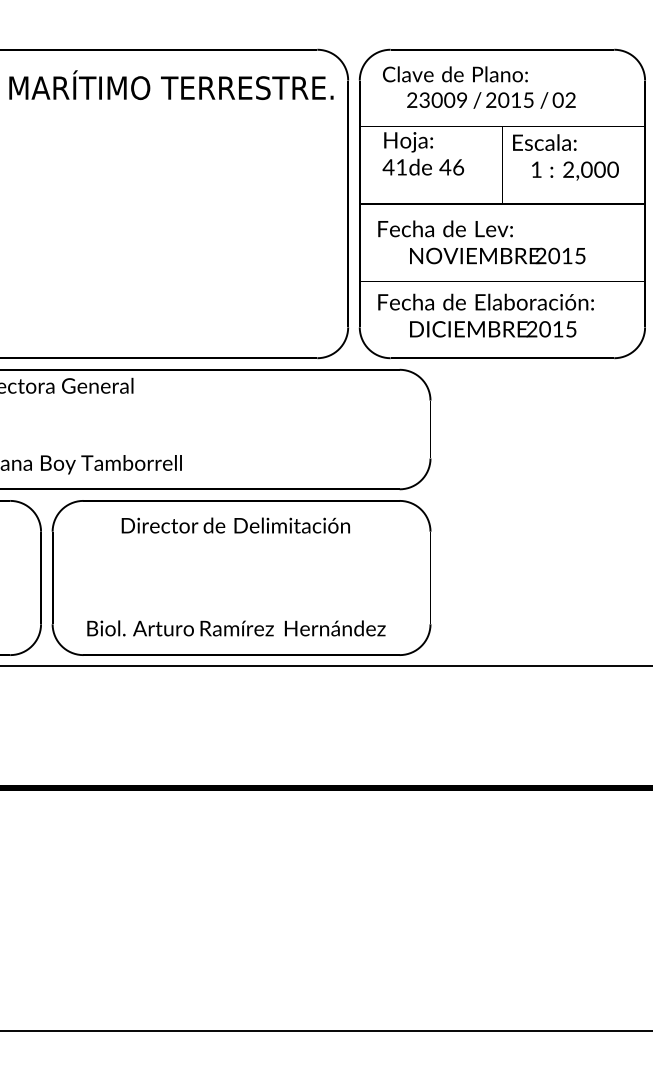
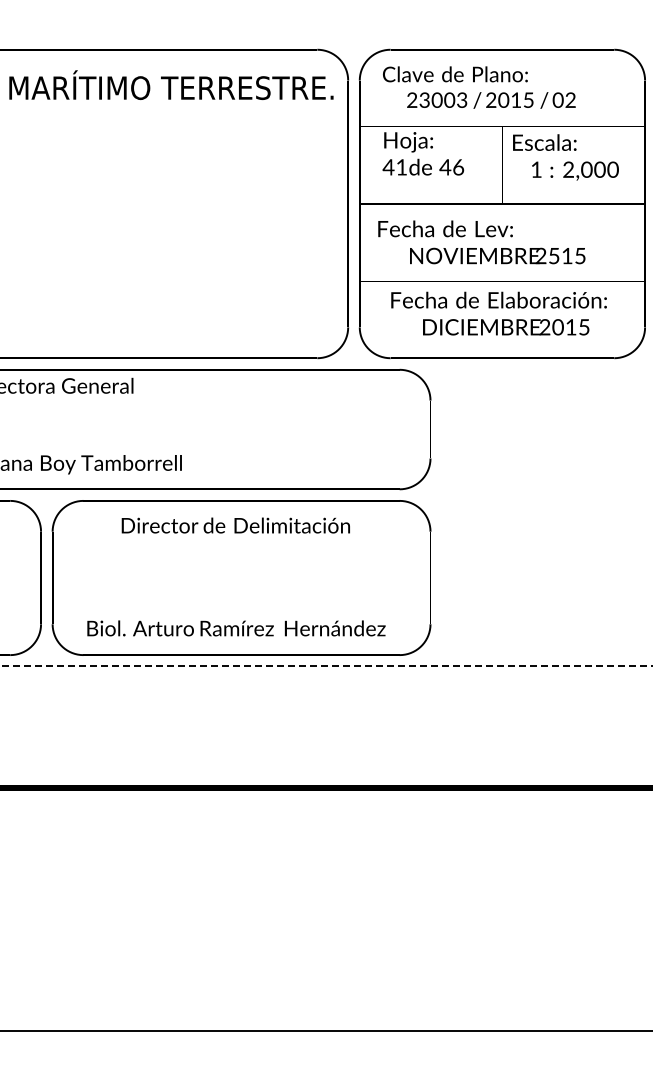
text at (462, 99): 23009 -> 23003
text at (554, 255): 2015 -> 2515
text at (485, 315) position: (485, 315) -> (498, 313)
line at (326, 666): solid -> dashed
